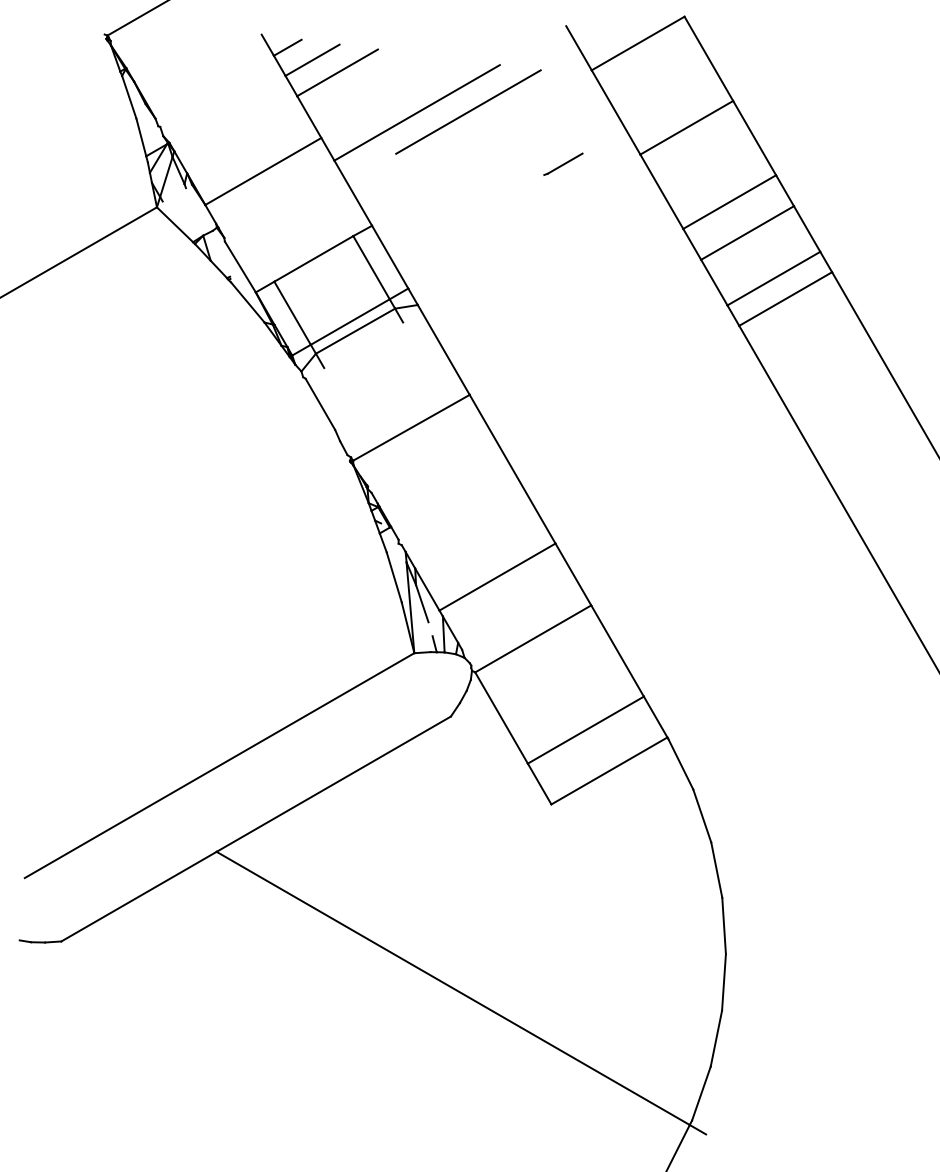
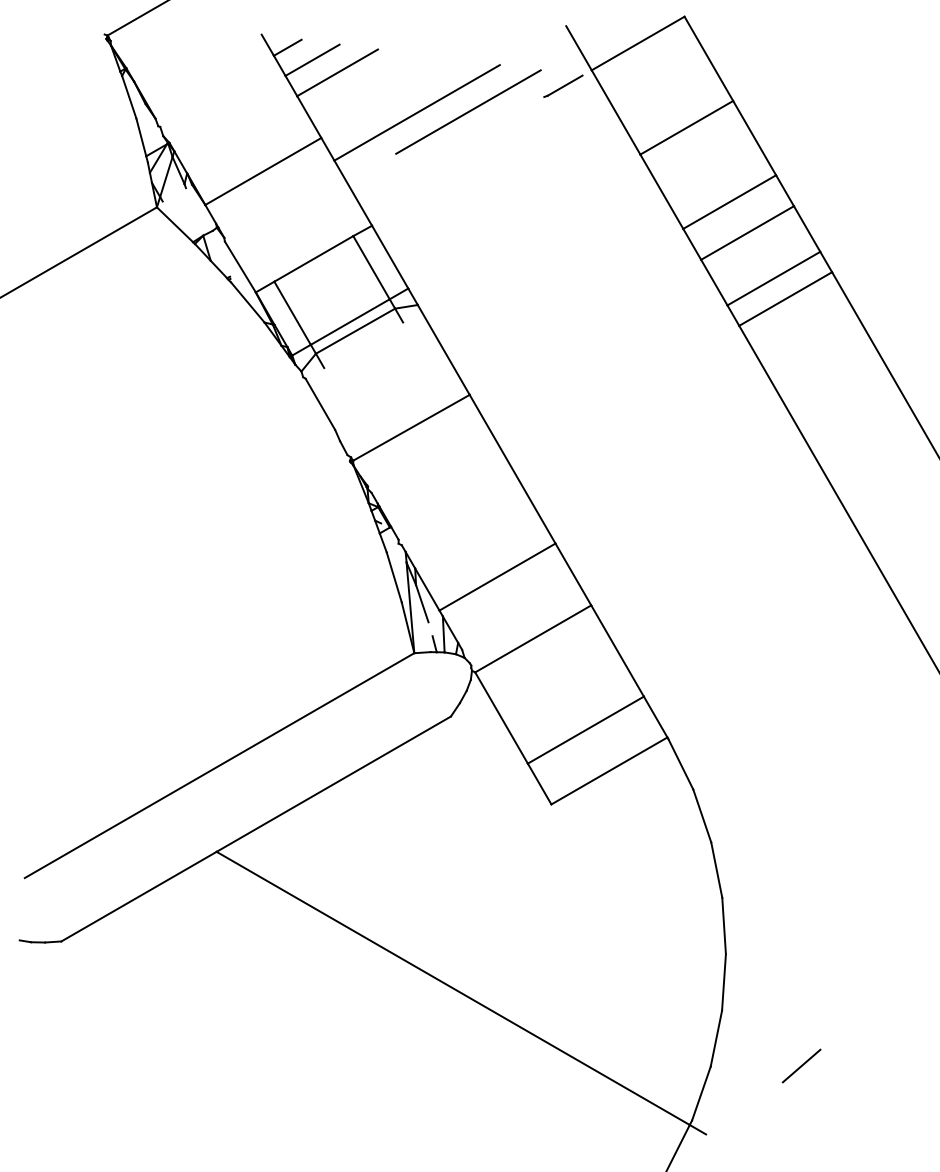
line at (563, 163) position: (563, 163) -> (563, 85)
line at (801, 1065): none -> present
